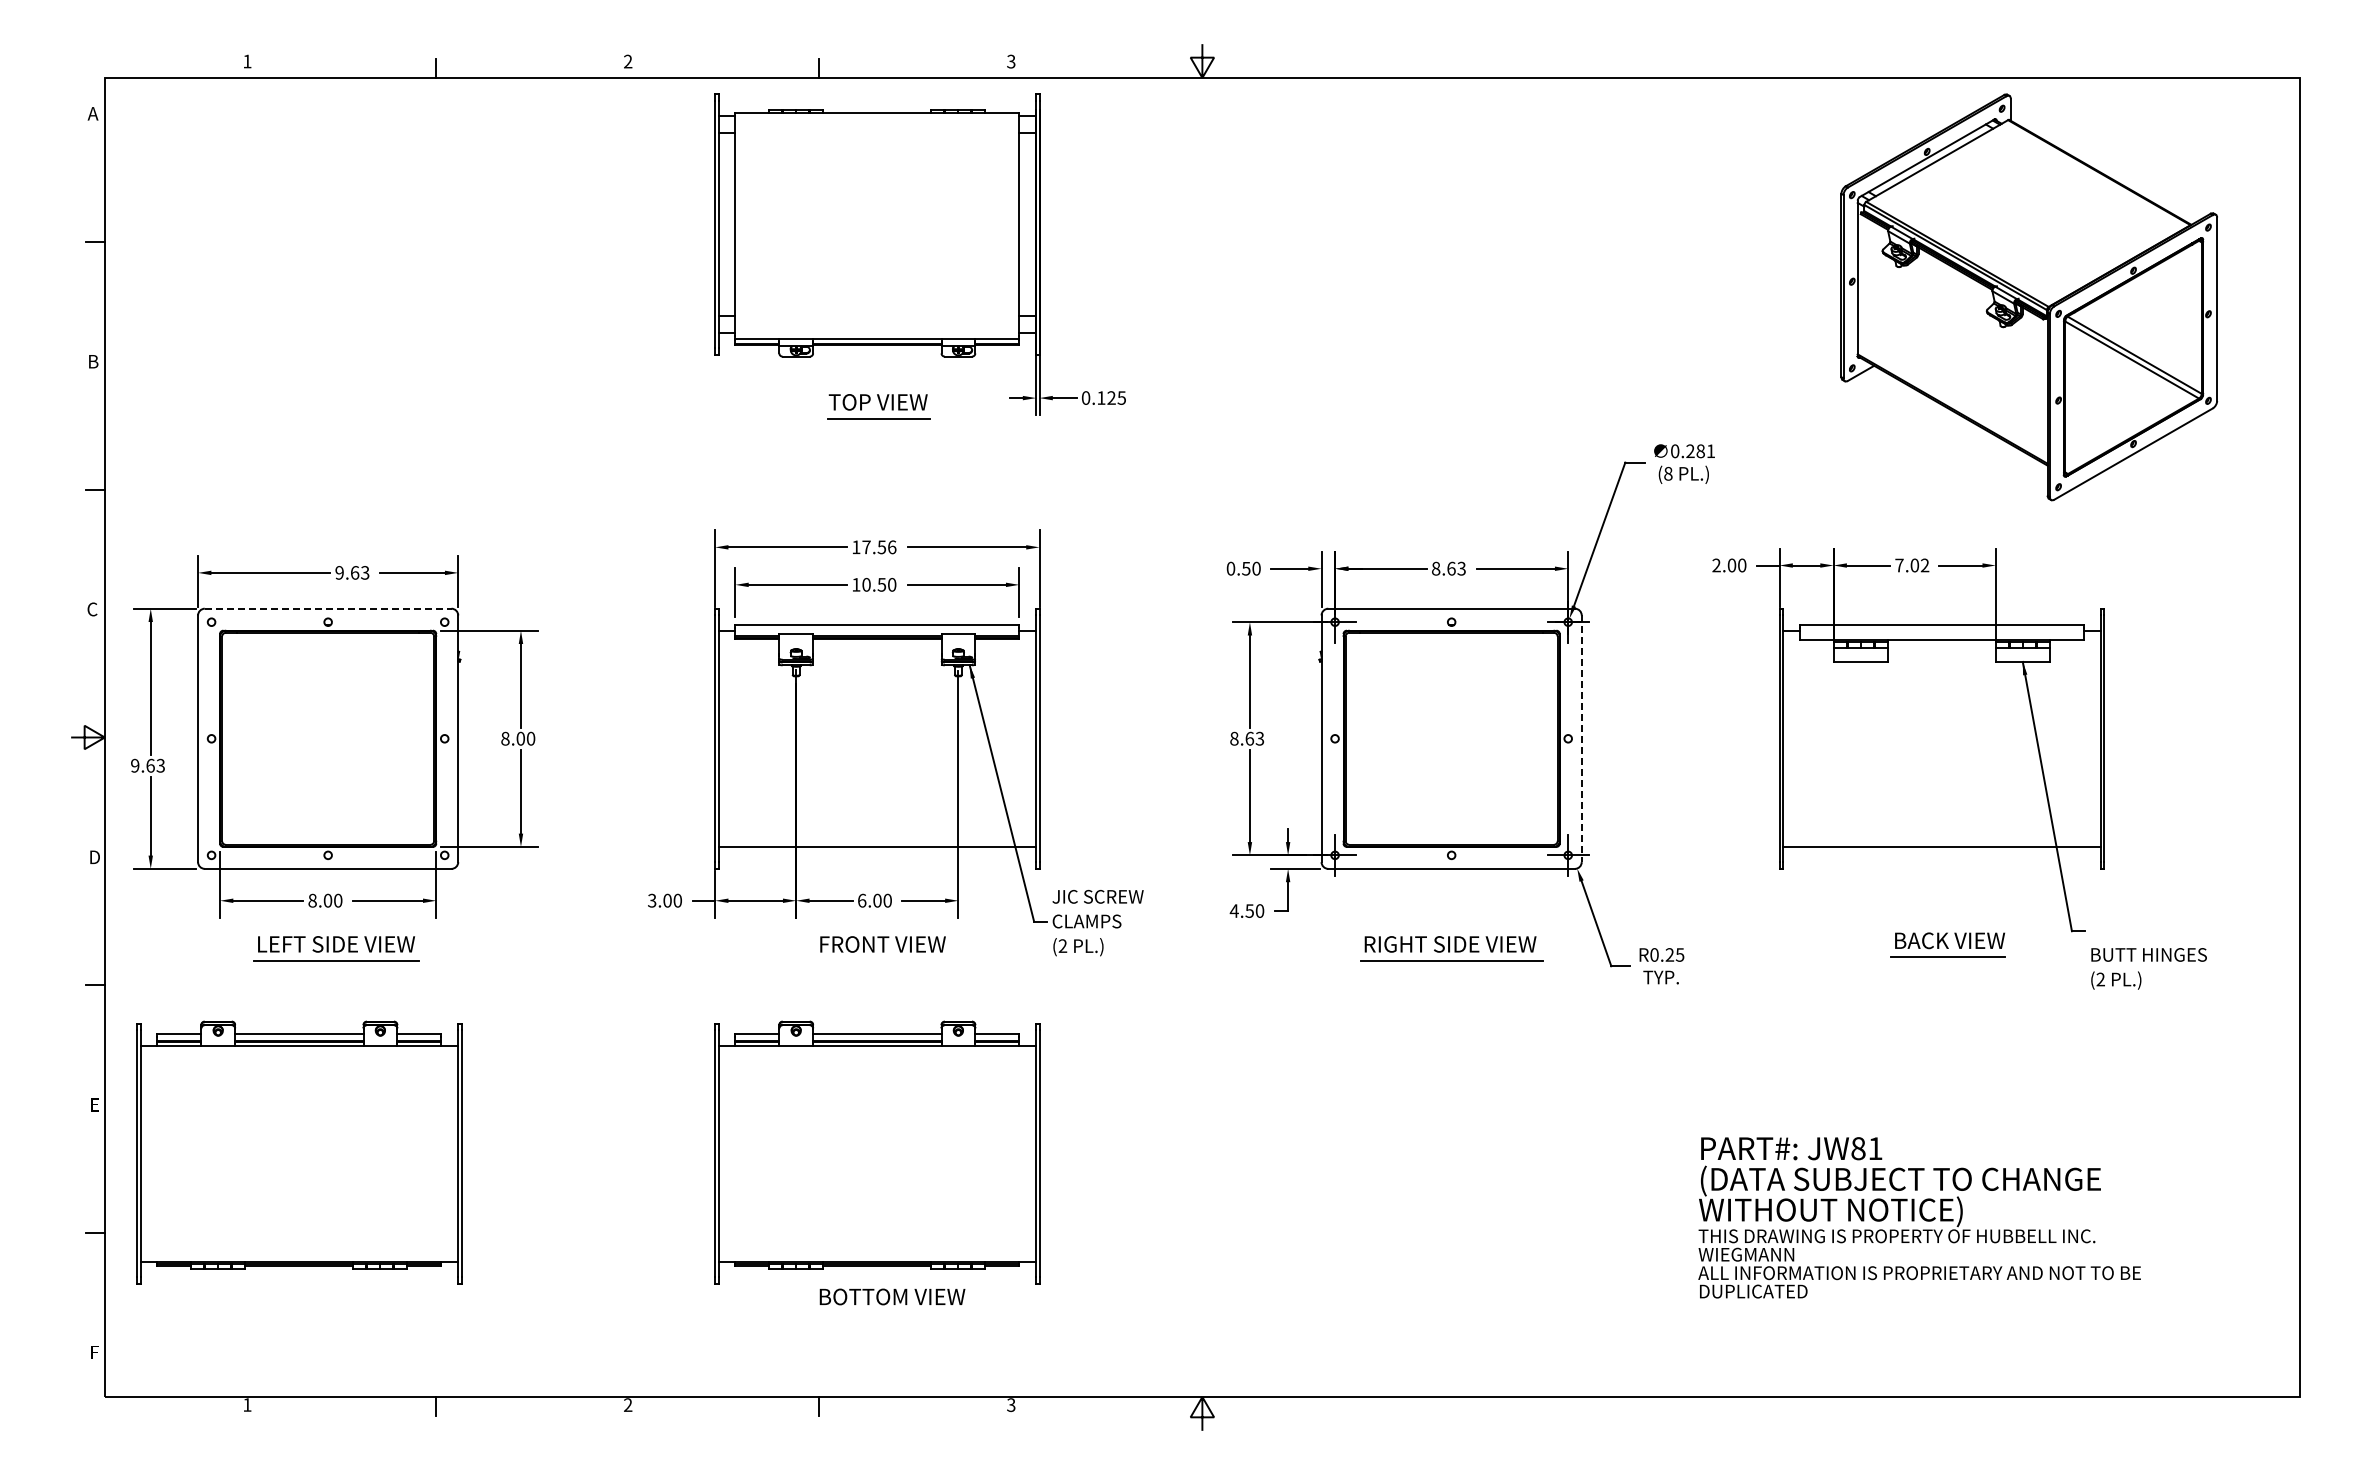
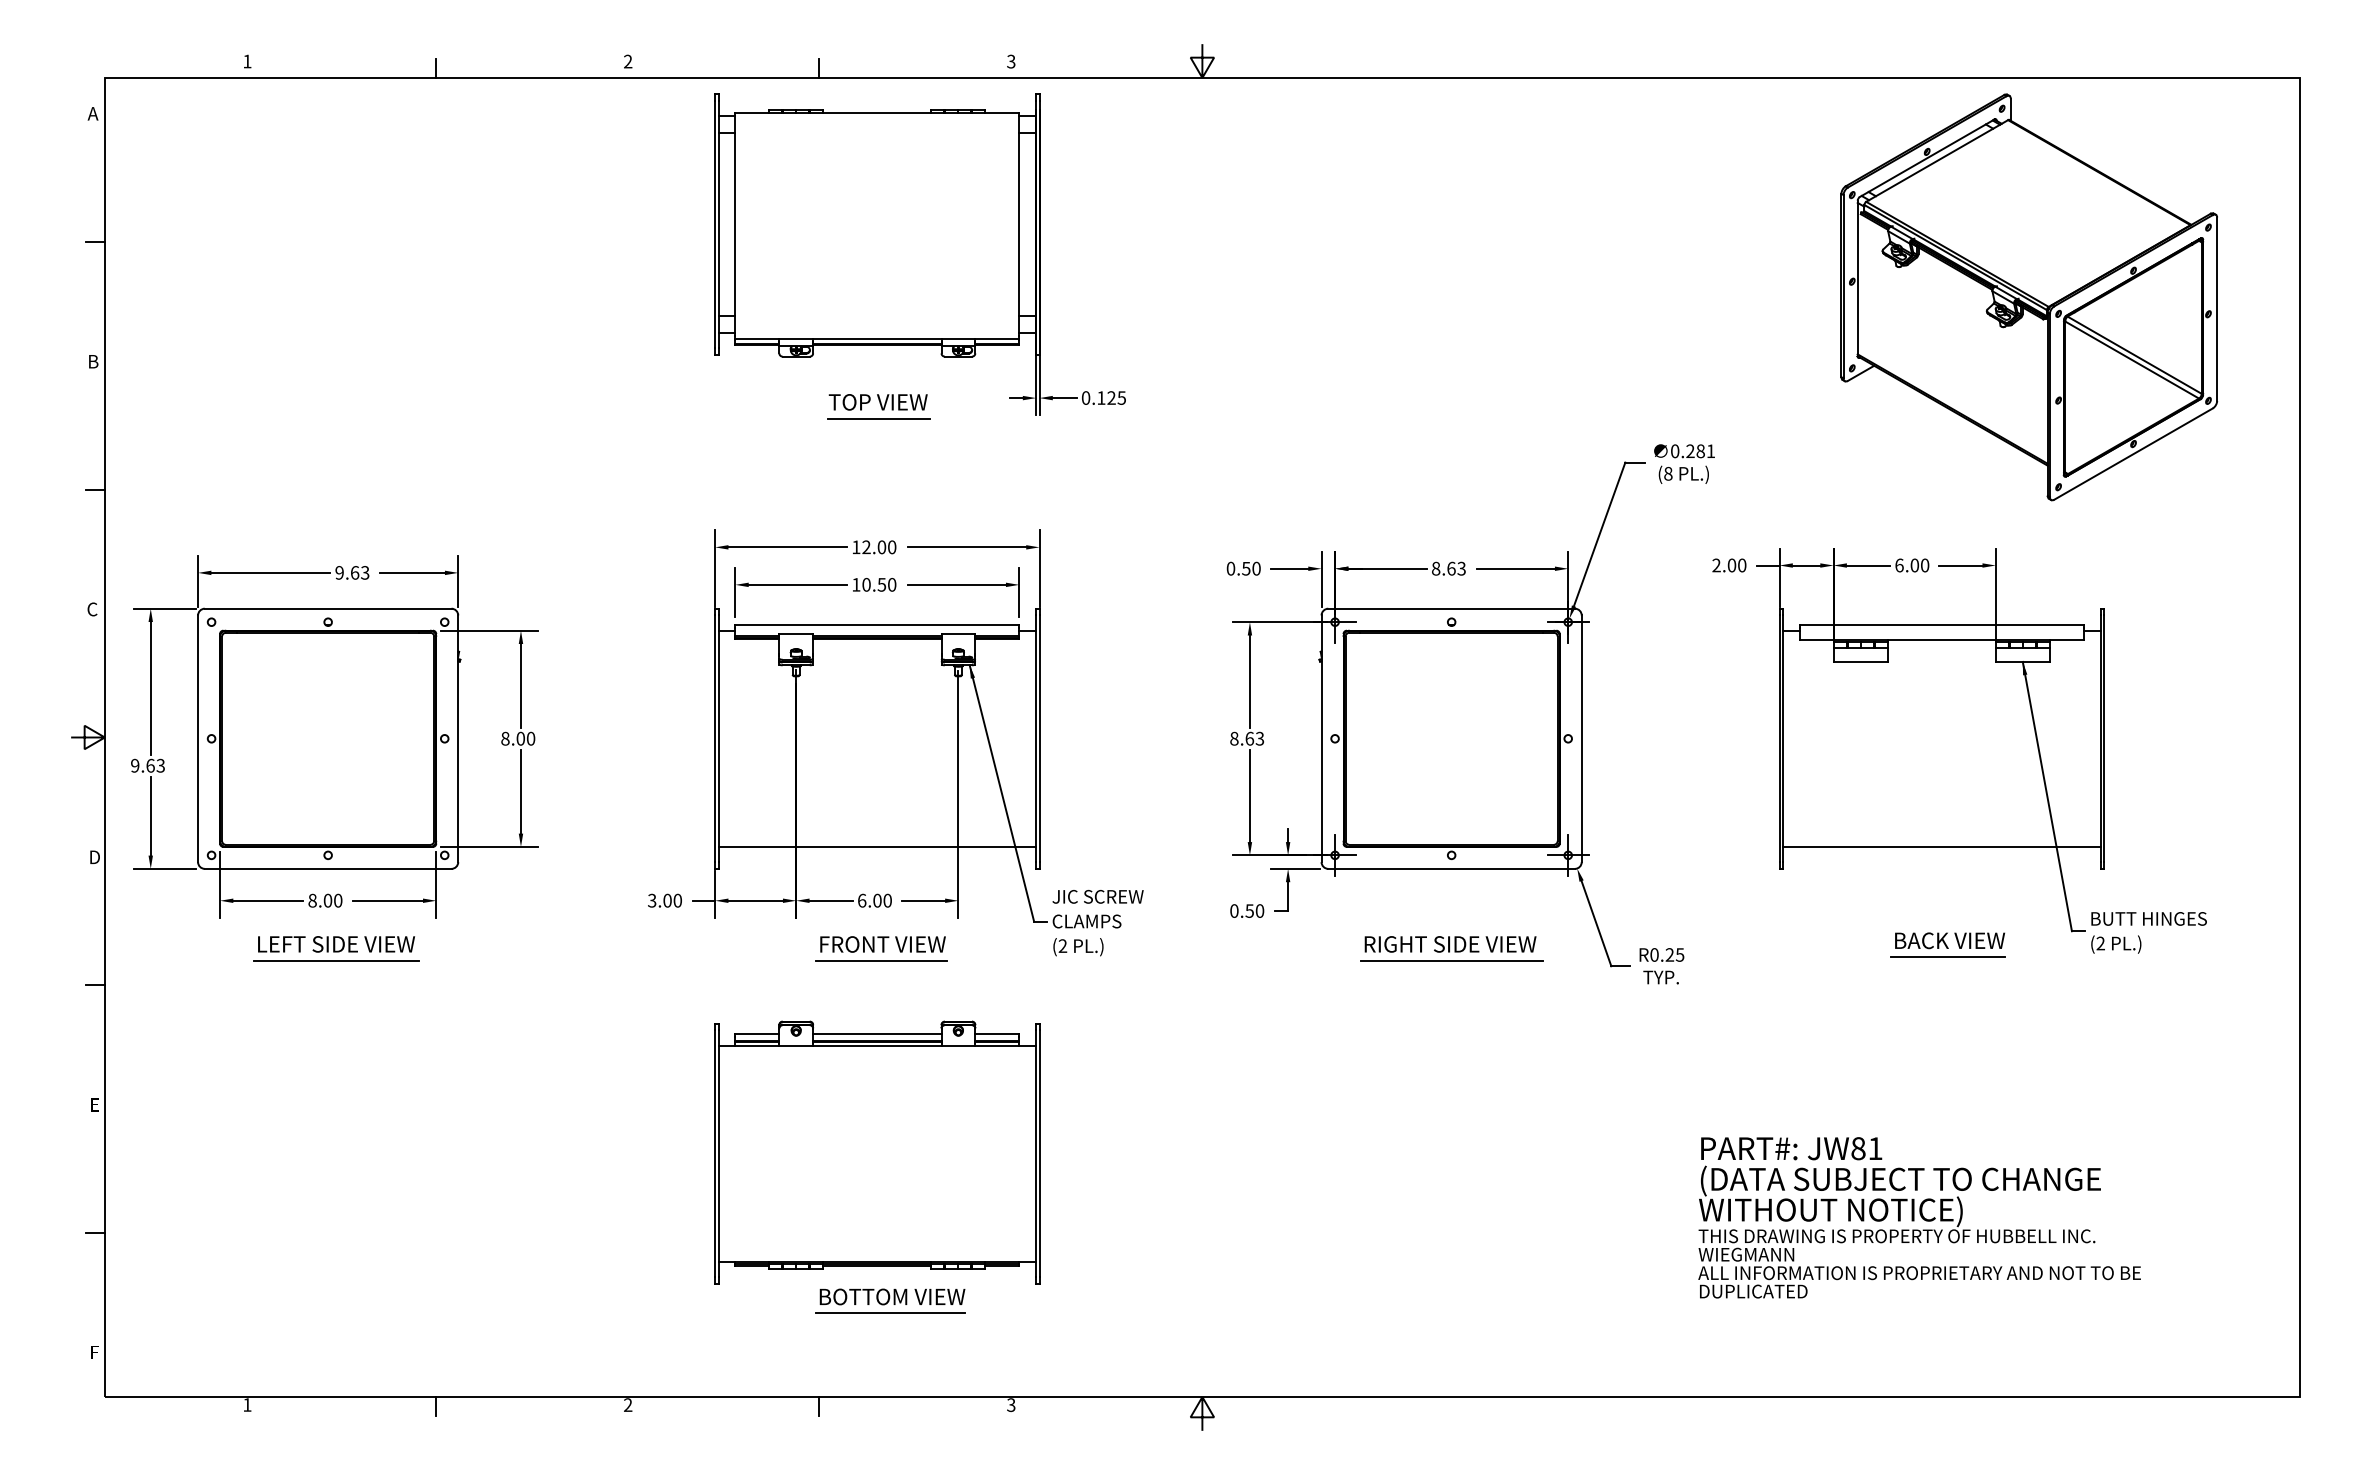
text at (879, 547): 17.56 -> 12.00
text at (1912, 565): 7.02 -> 6.00
line at (328, 608): dashed -> solid
line at (1581, 739): dashed -> solid
text at (1233, 910): 4.50 -> 0.50
line at (881, 960): none -> present
text at (2148, 968) position: (2148, 968) -> (2148, 932)
part at (299, 1152): present -> none
line at (890, 1313): none -> present
